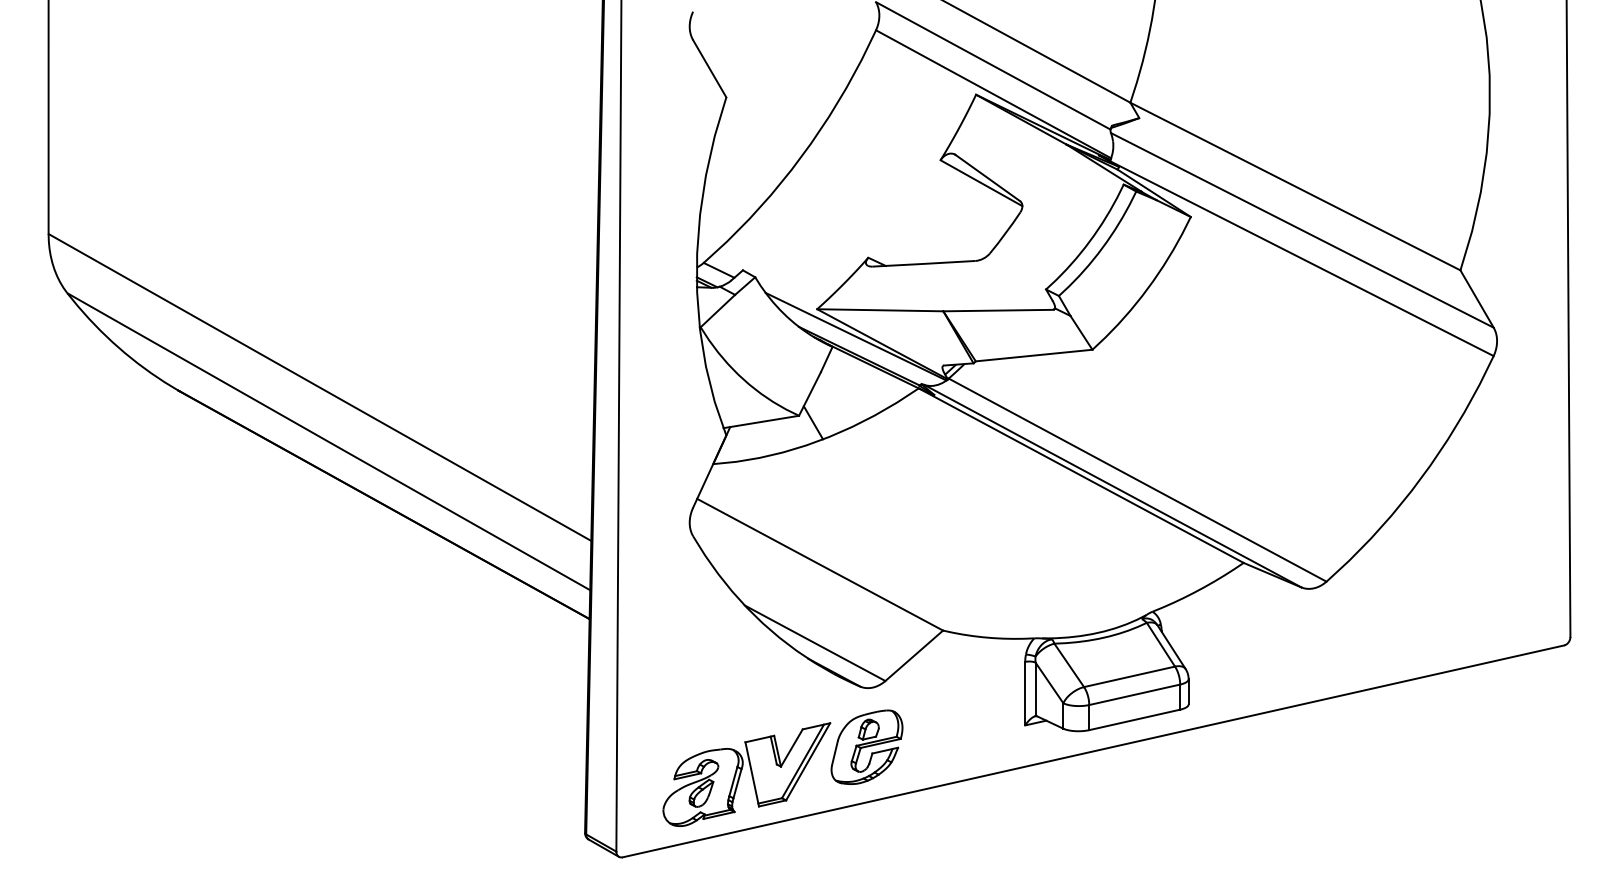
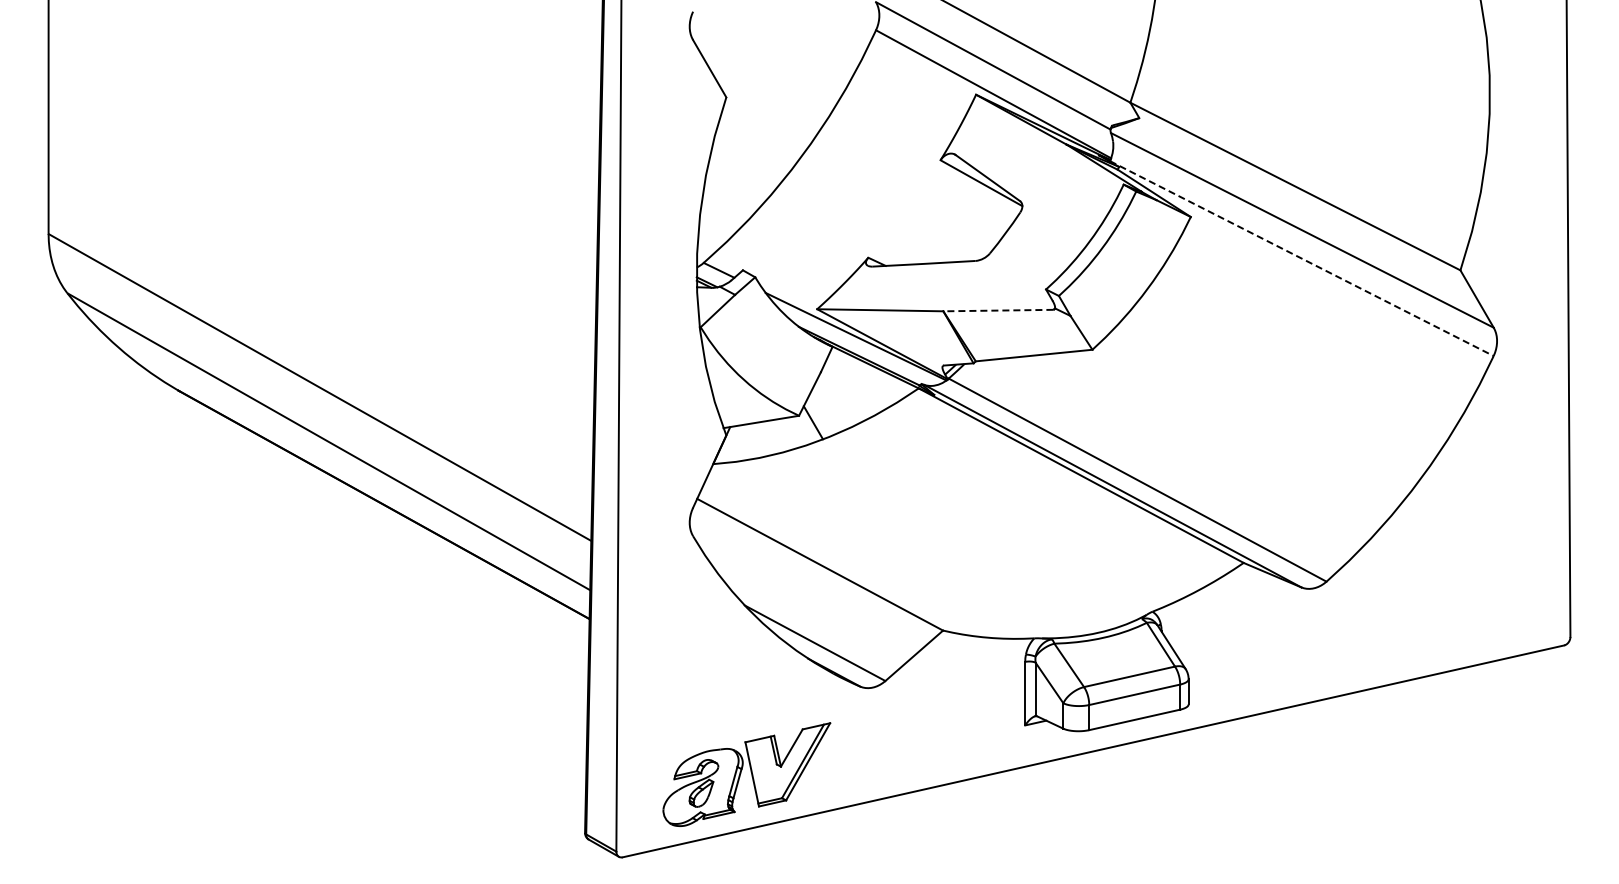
line at (1302, 258): solid -> dashed
line at (997, 310): solid -> dashed
part at (866, 746): present -> none
